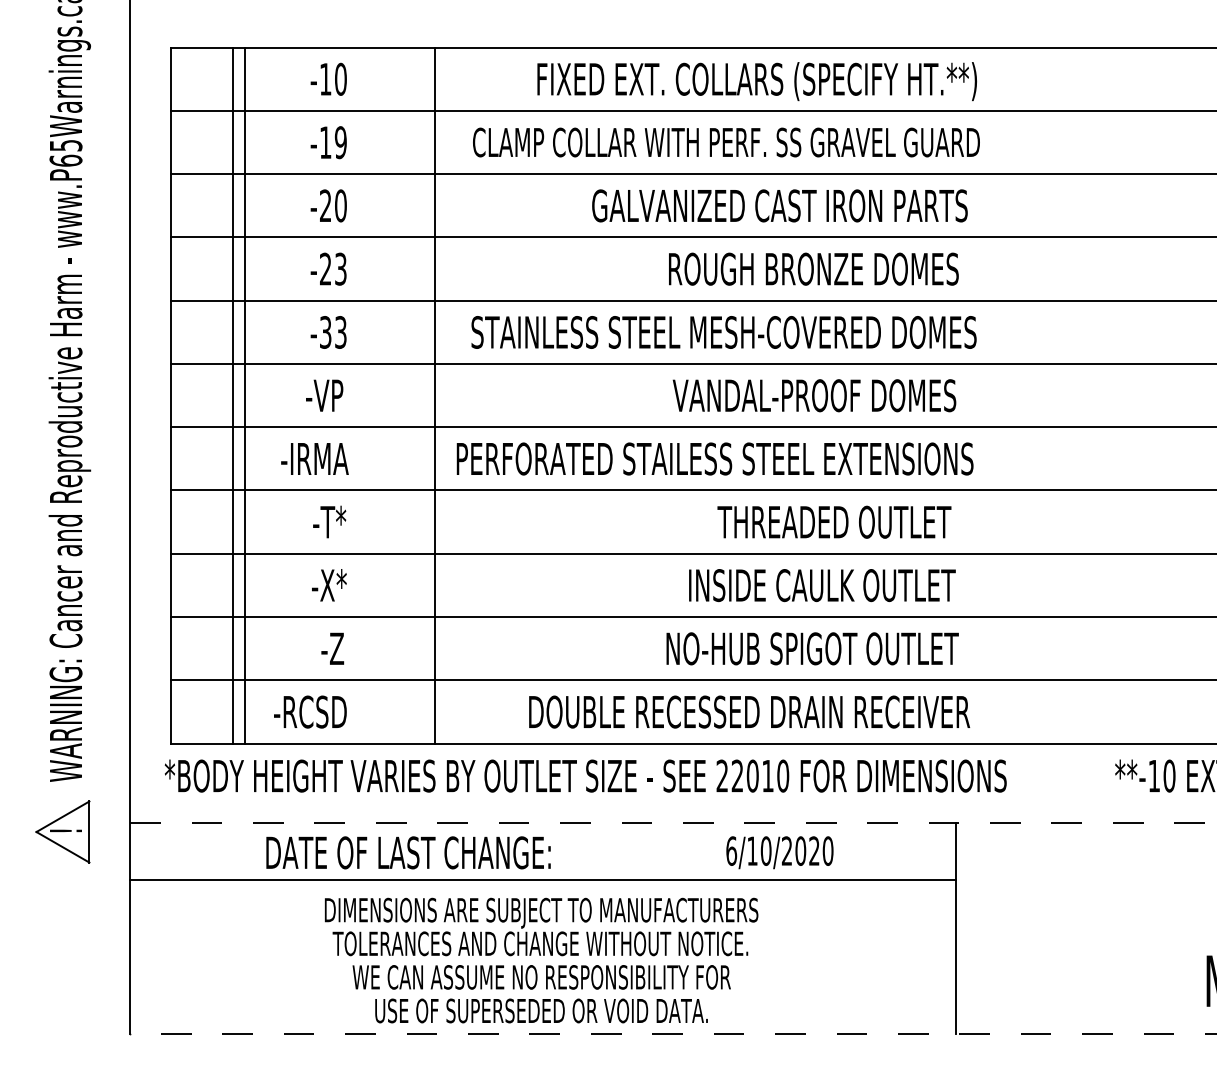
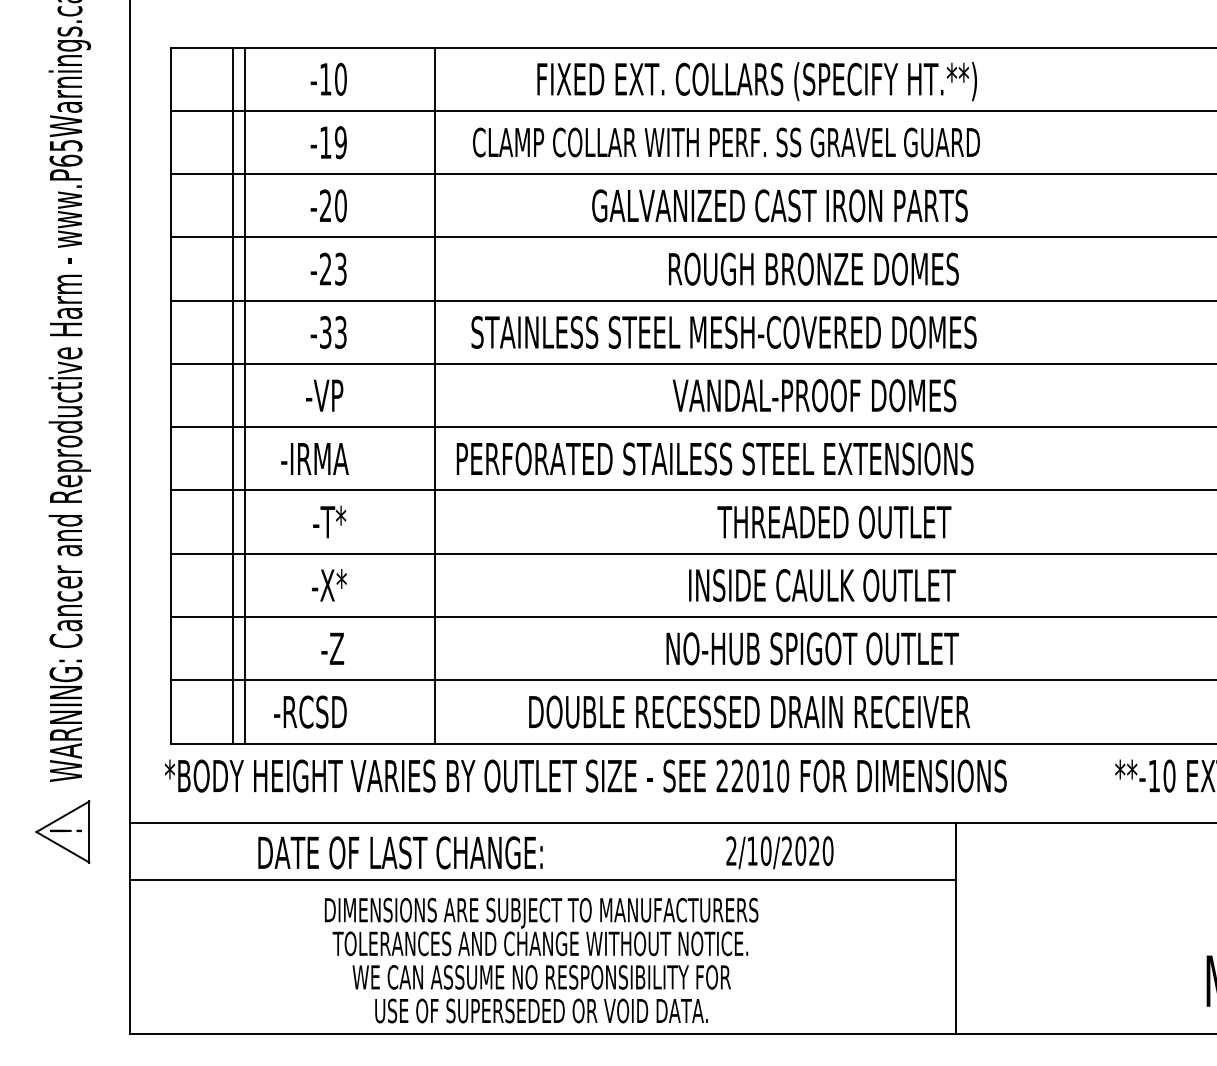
line at (673, 822): dashed -> solid
text at (731, 850): 6/10/2020 -> 2/10/2020
text at (408, 852) position: (408, 852) -> (400, 852)
line at (673, 1033): dashed -> solid
